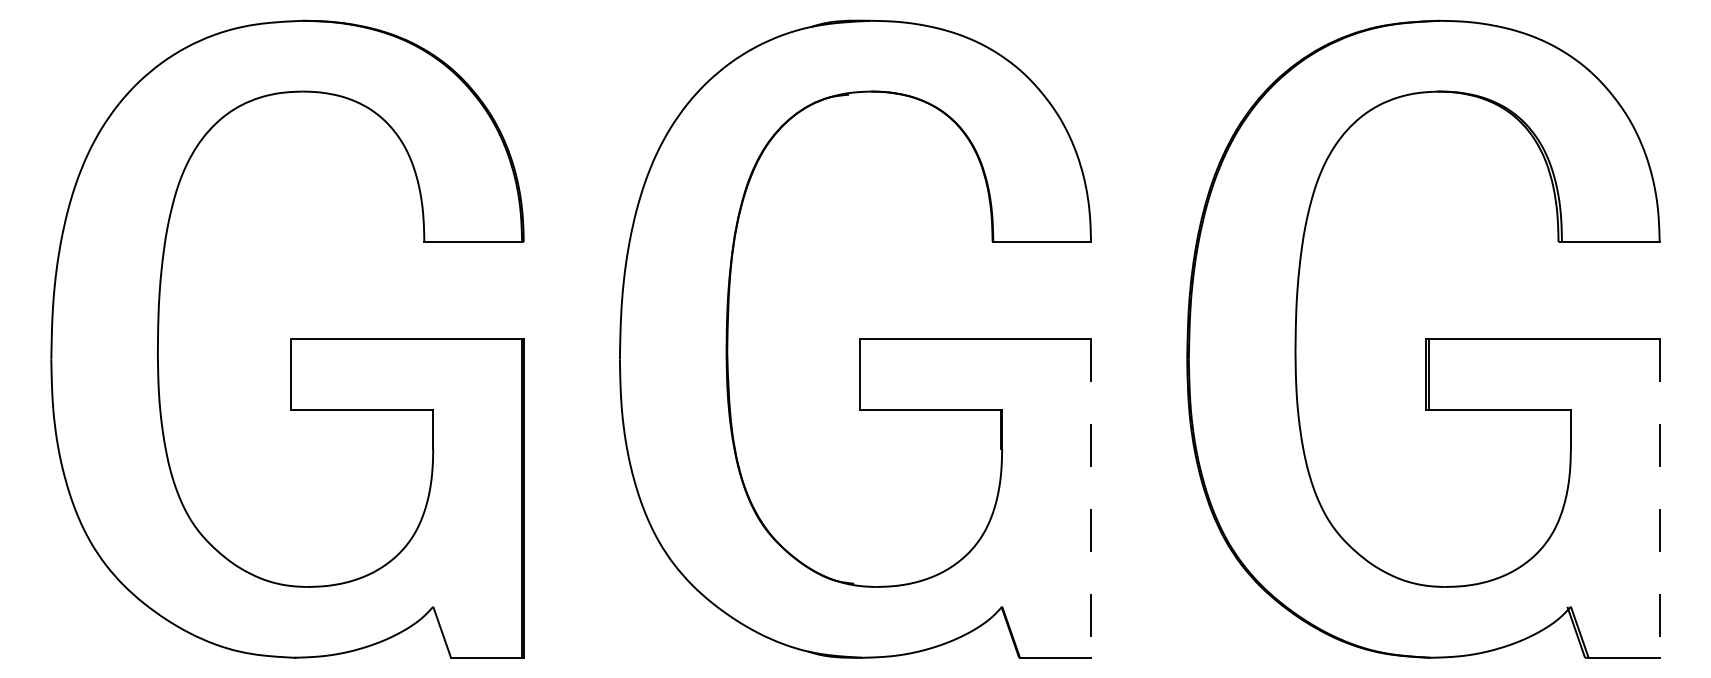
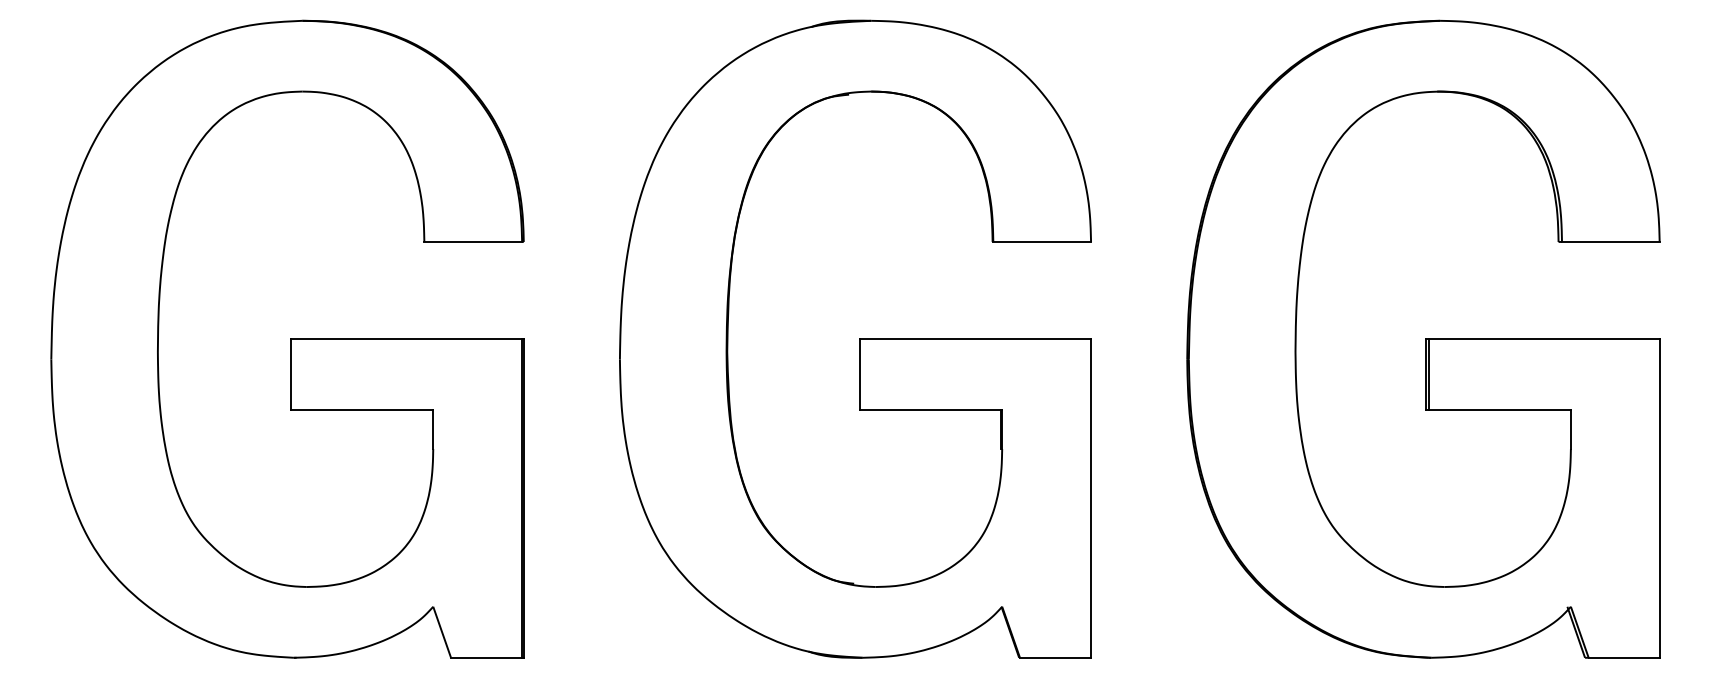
line at (1091, 499): dashed -> solid
line at (1659, 499): dashed -> solid
